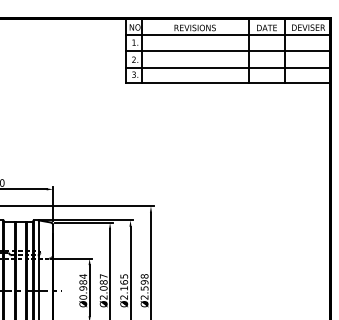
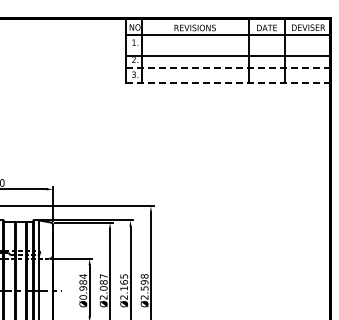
line at (228, 51) position: (228, 51) -> (228, 56)
line at (229, 67): solid -> dashed
line at (229, 83): solid -> dashed
